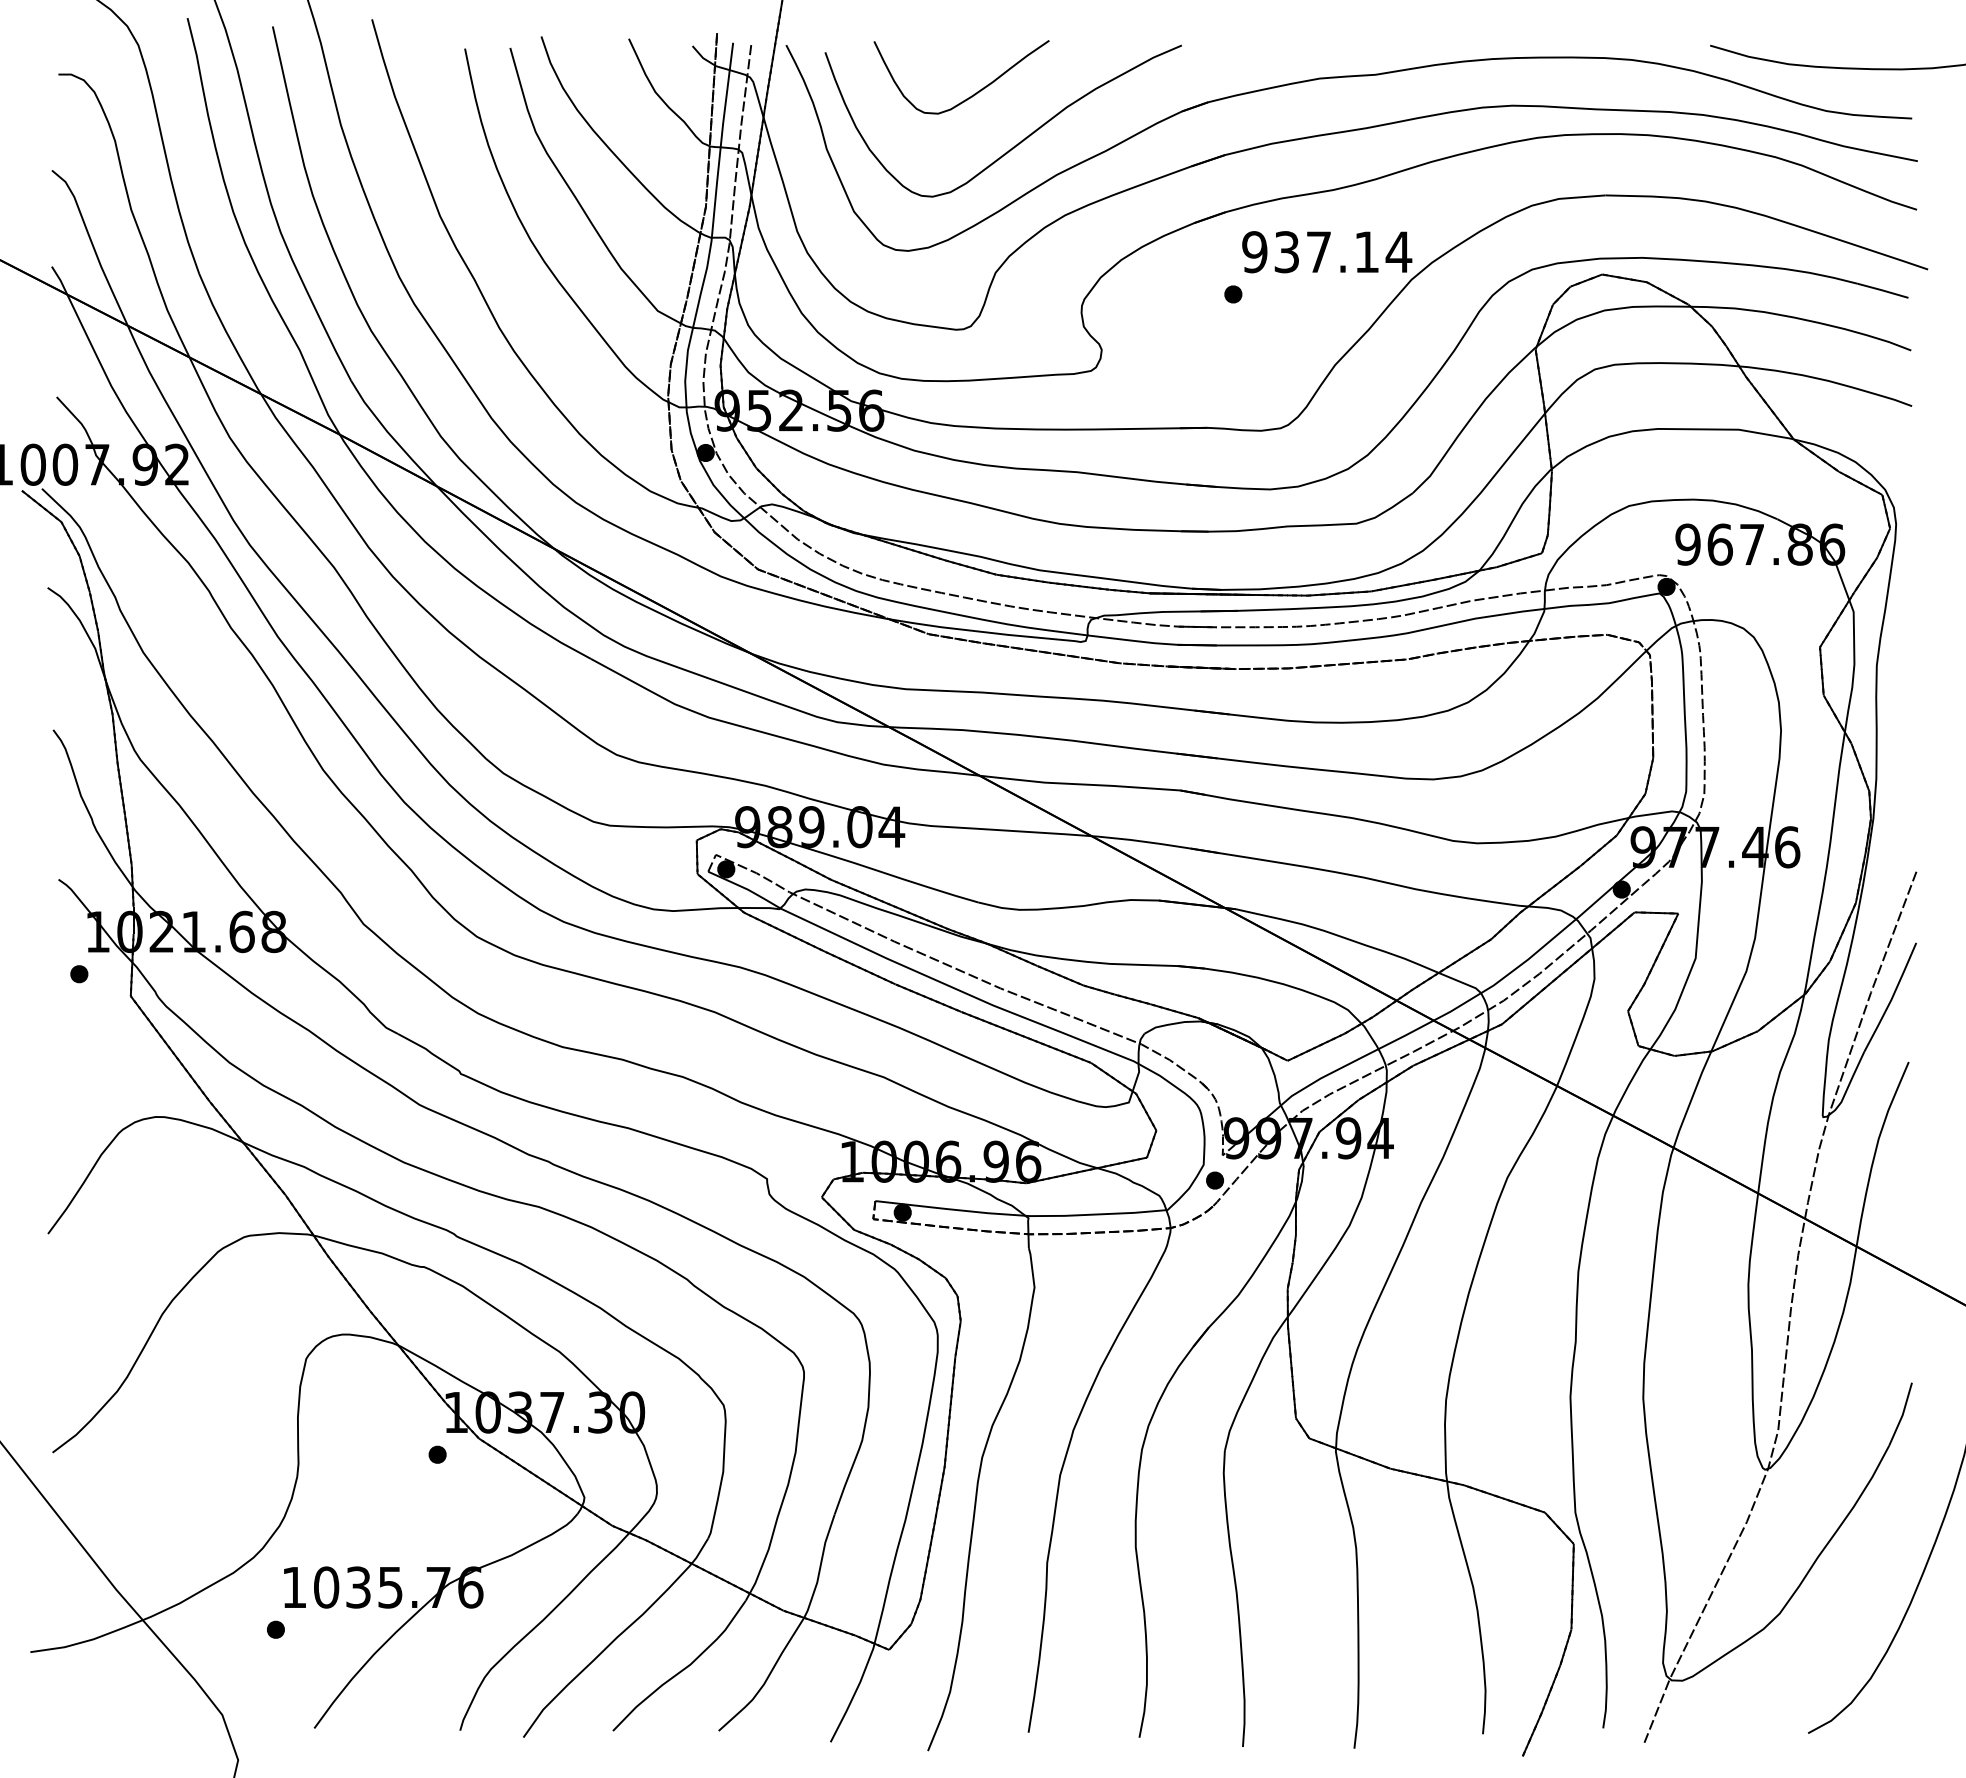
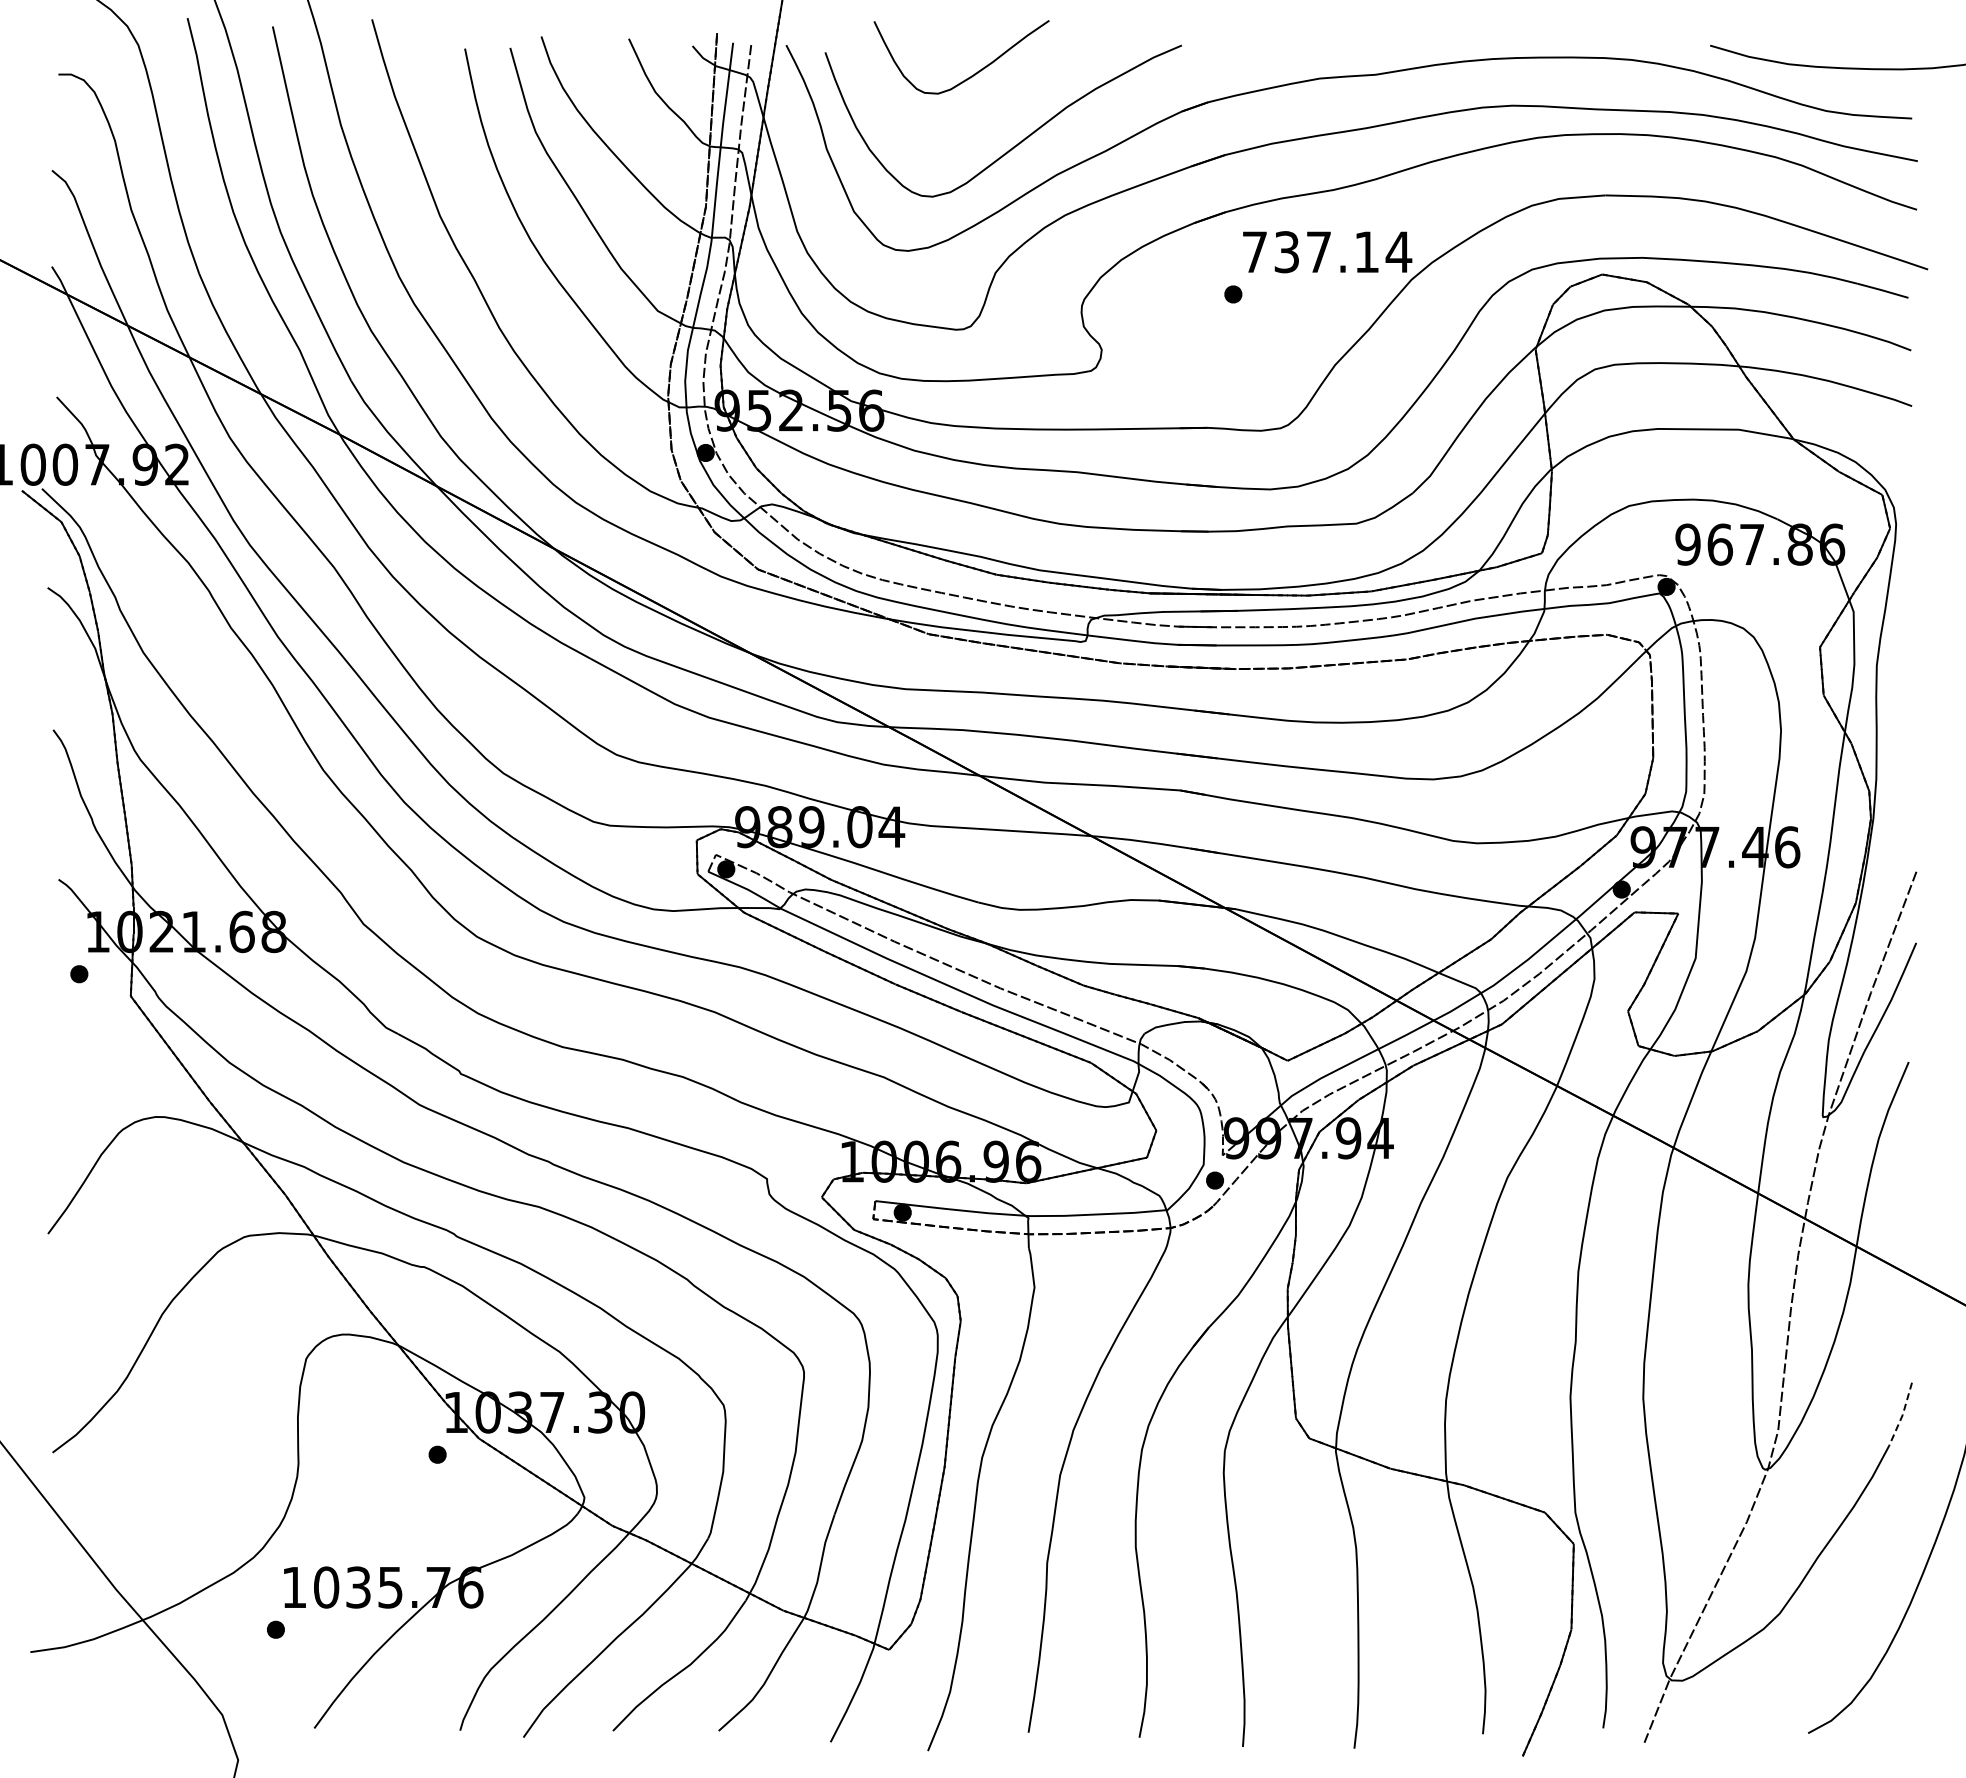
curve at (971, 95) position: (971, 95) -> (971, 75)
text at (1254, 252): 937.14 -> 737.14
line at (1902, 1414): solid -> dashed
